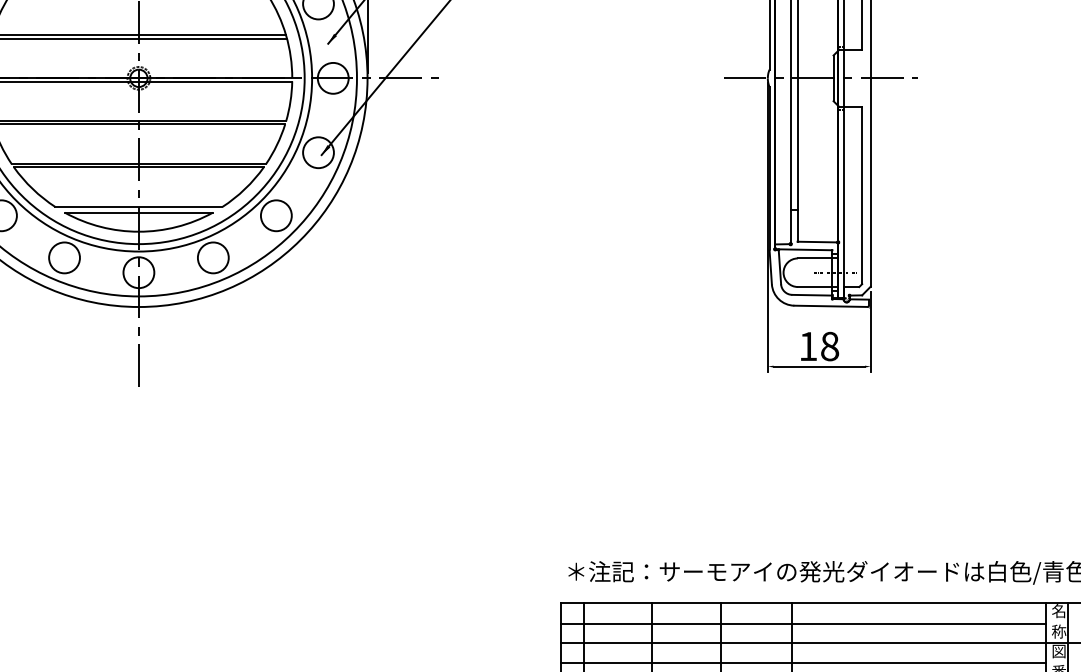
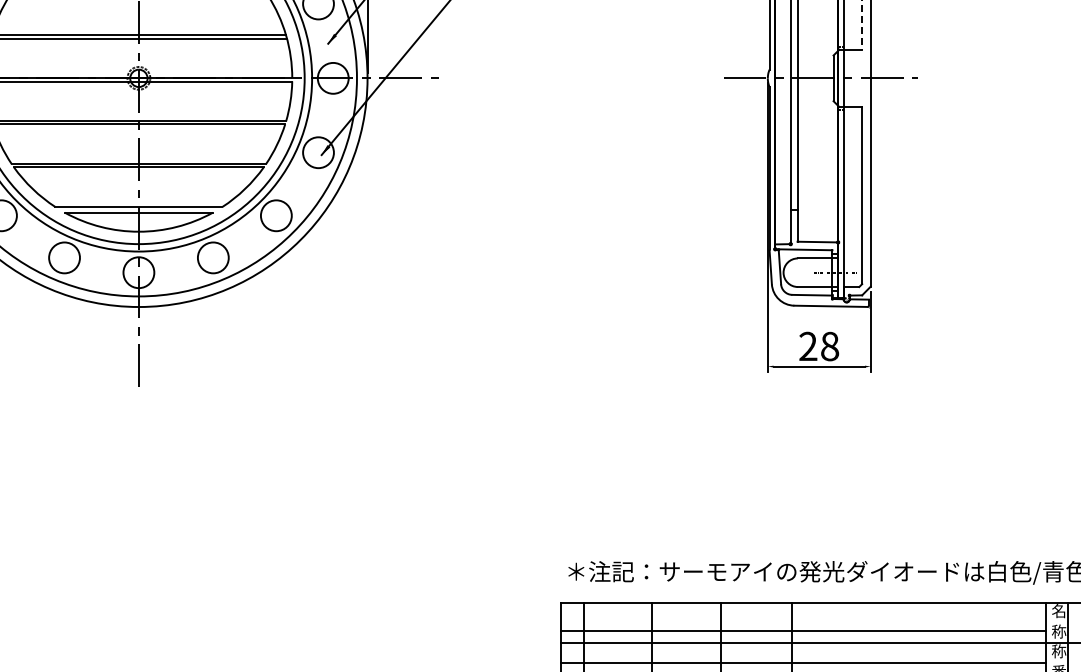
line at (862, 24): solid -> dashed
text at (808, 345): 18 -> 28
line at (802, 623) position: (802, 623) -> (802, 630)
text at (1059, 651): 図 -> 称
